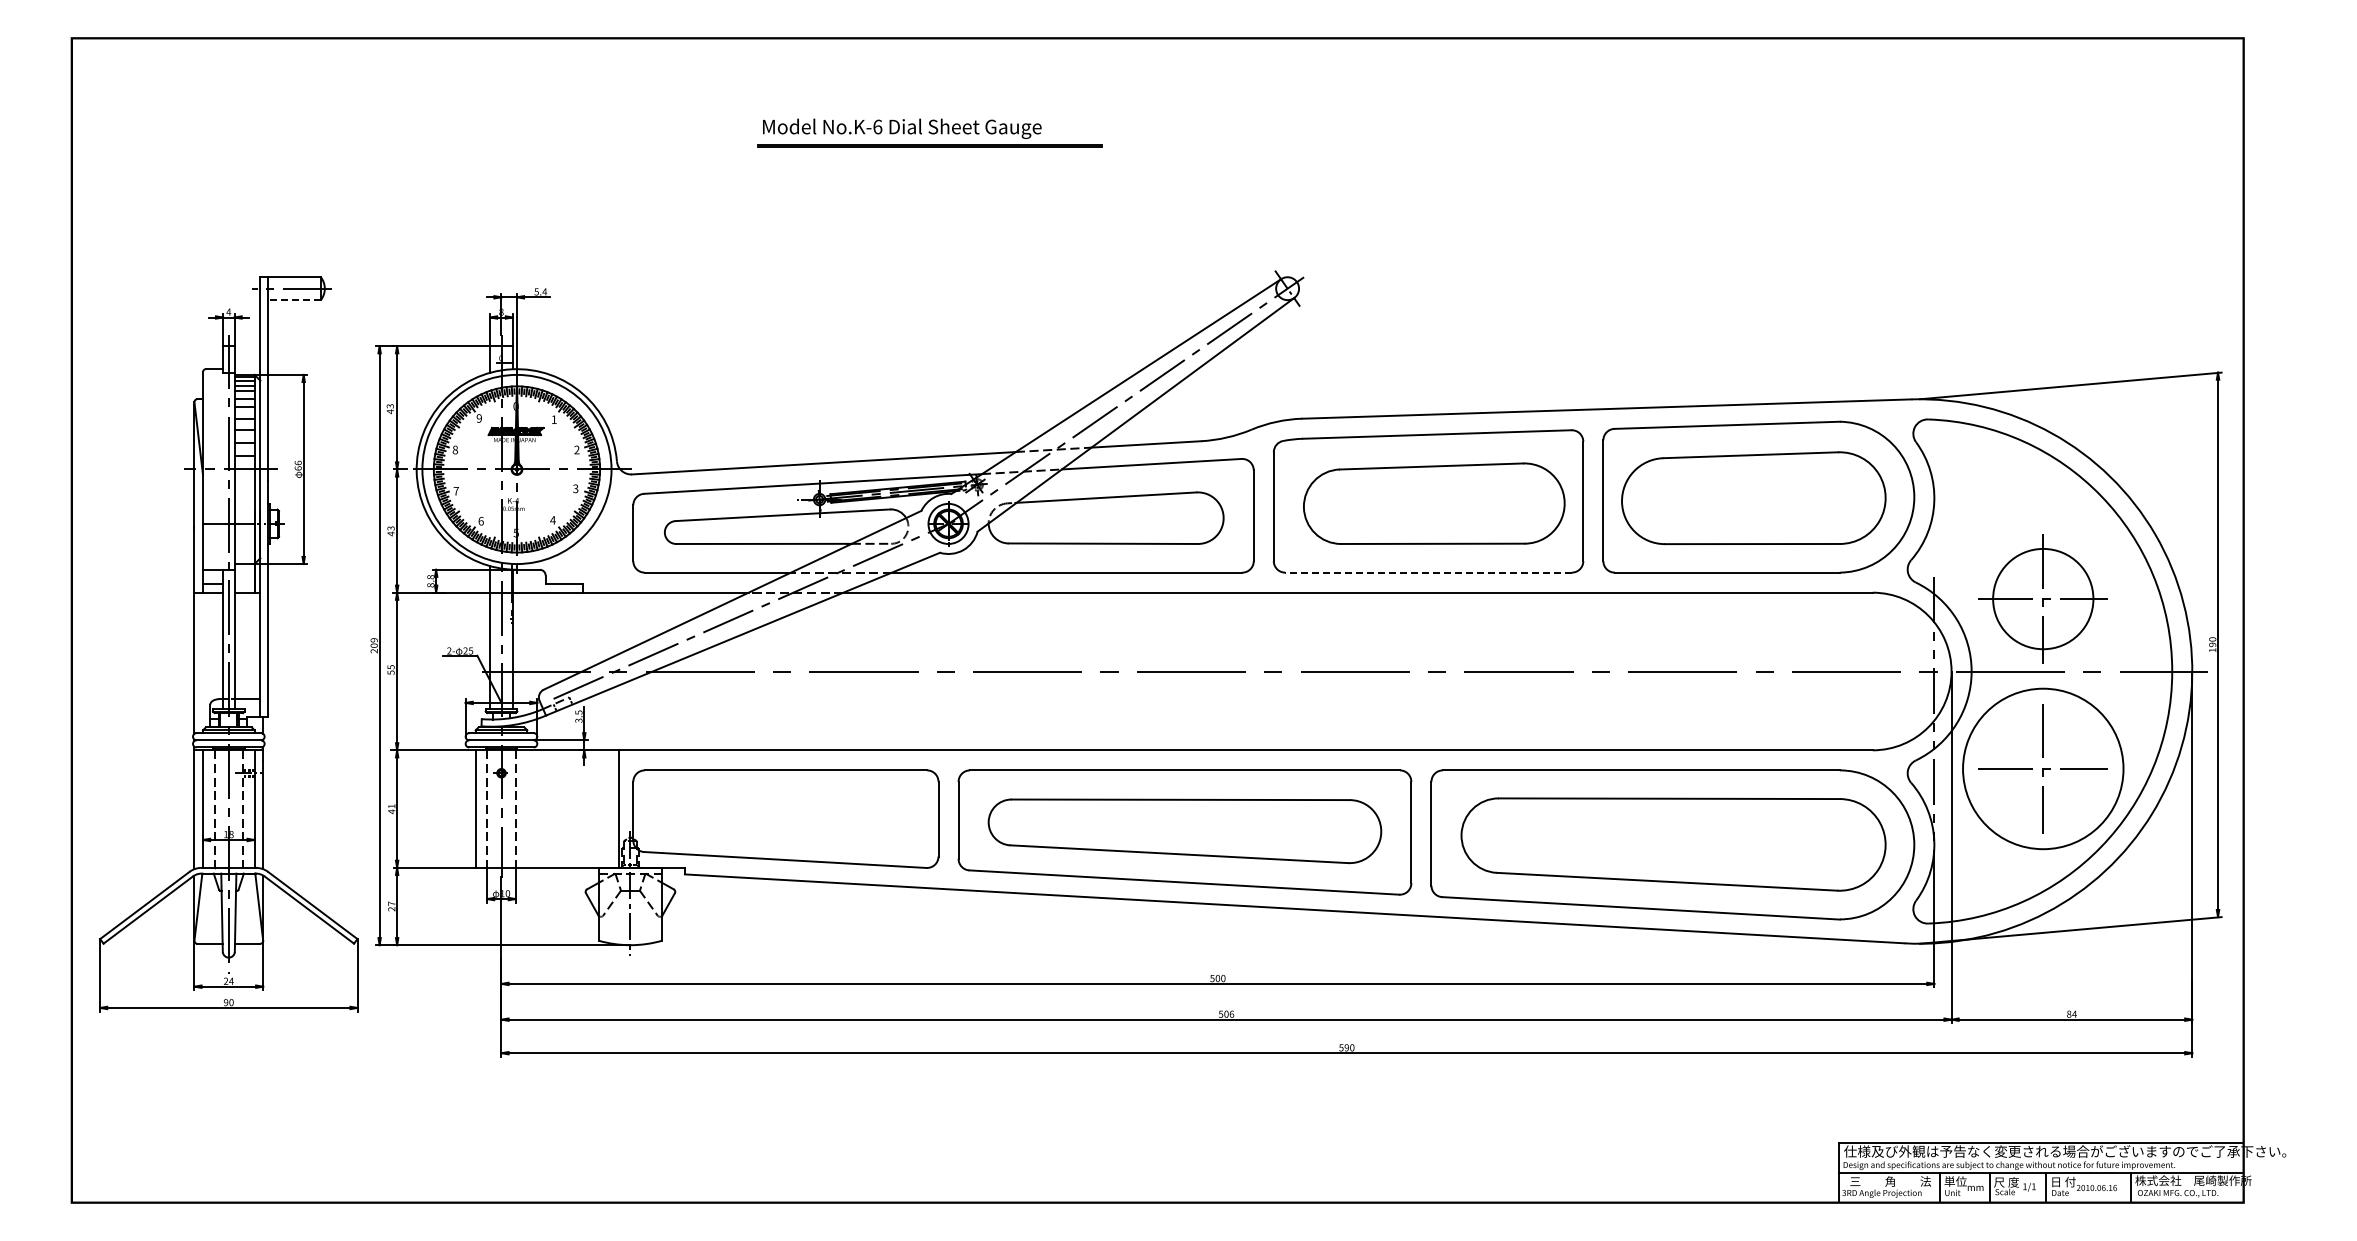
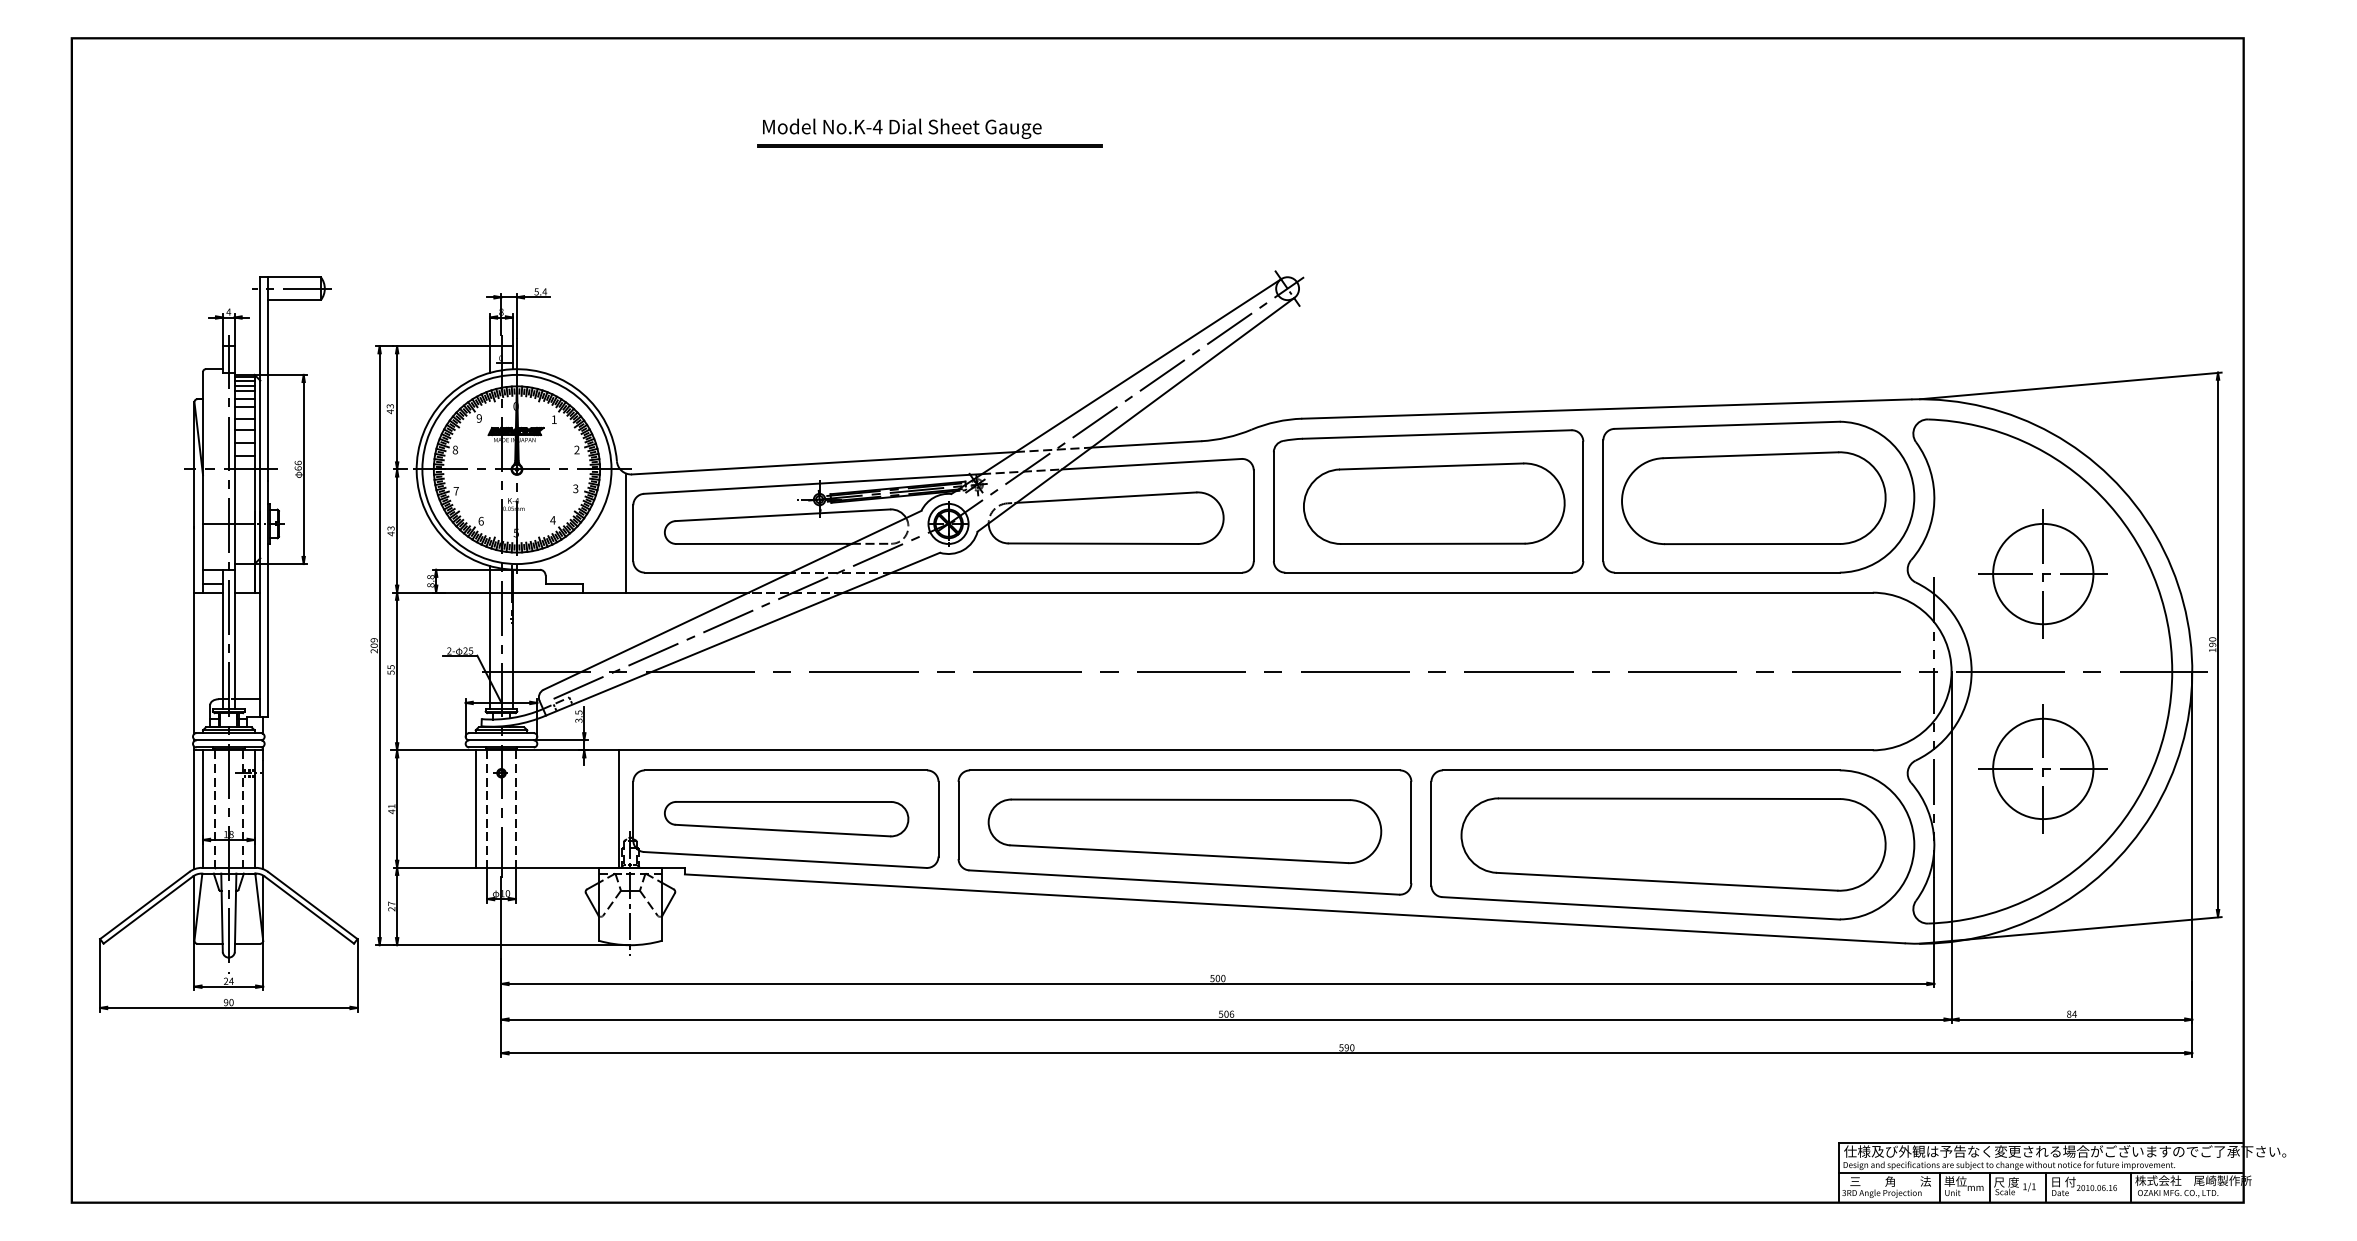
text at (877, 126): No.K-6 -> No.K-4
line at (294, 300): dashed -> solid
line at (625, 533): none -> present
line at (1428, 572): dashed -> solid
part at (2042, 598) position: (2042, 598) -> (2042, 573)
circle at (2043, 768) diameter: 160 px -> 100 px
part at (786, 819): none -> present
